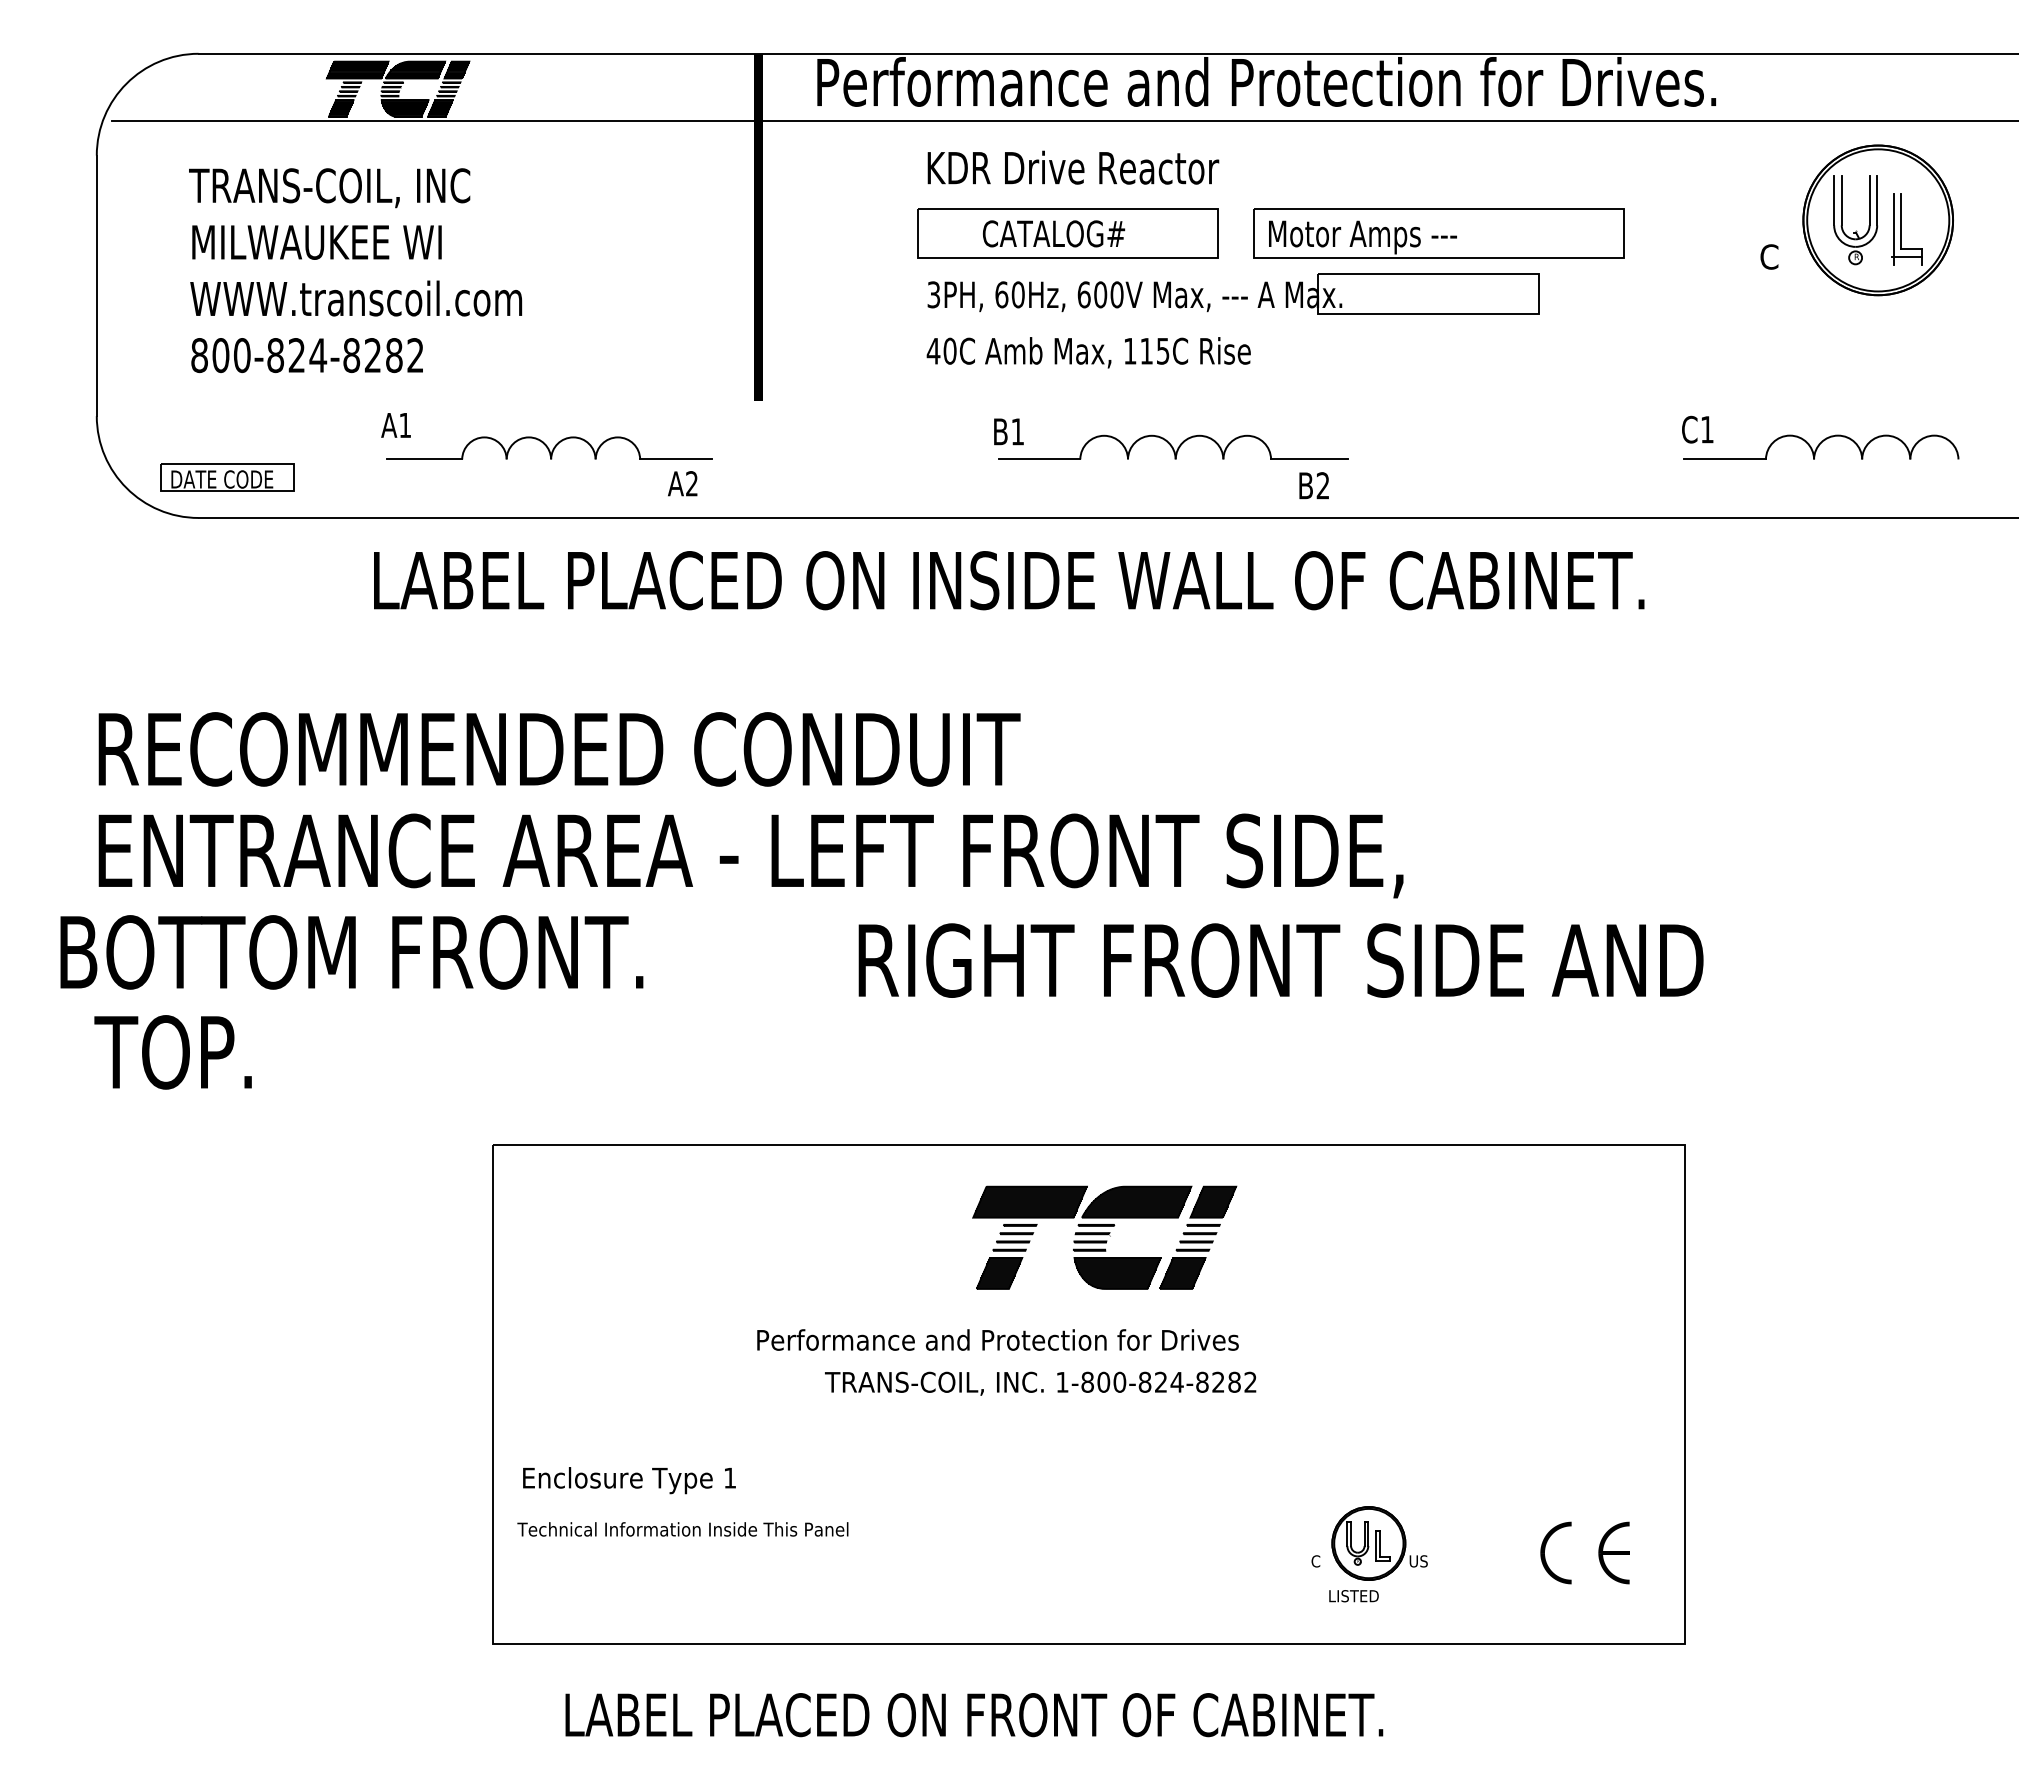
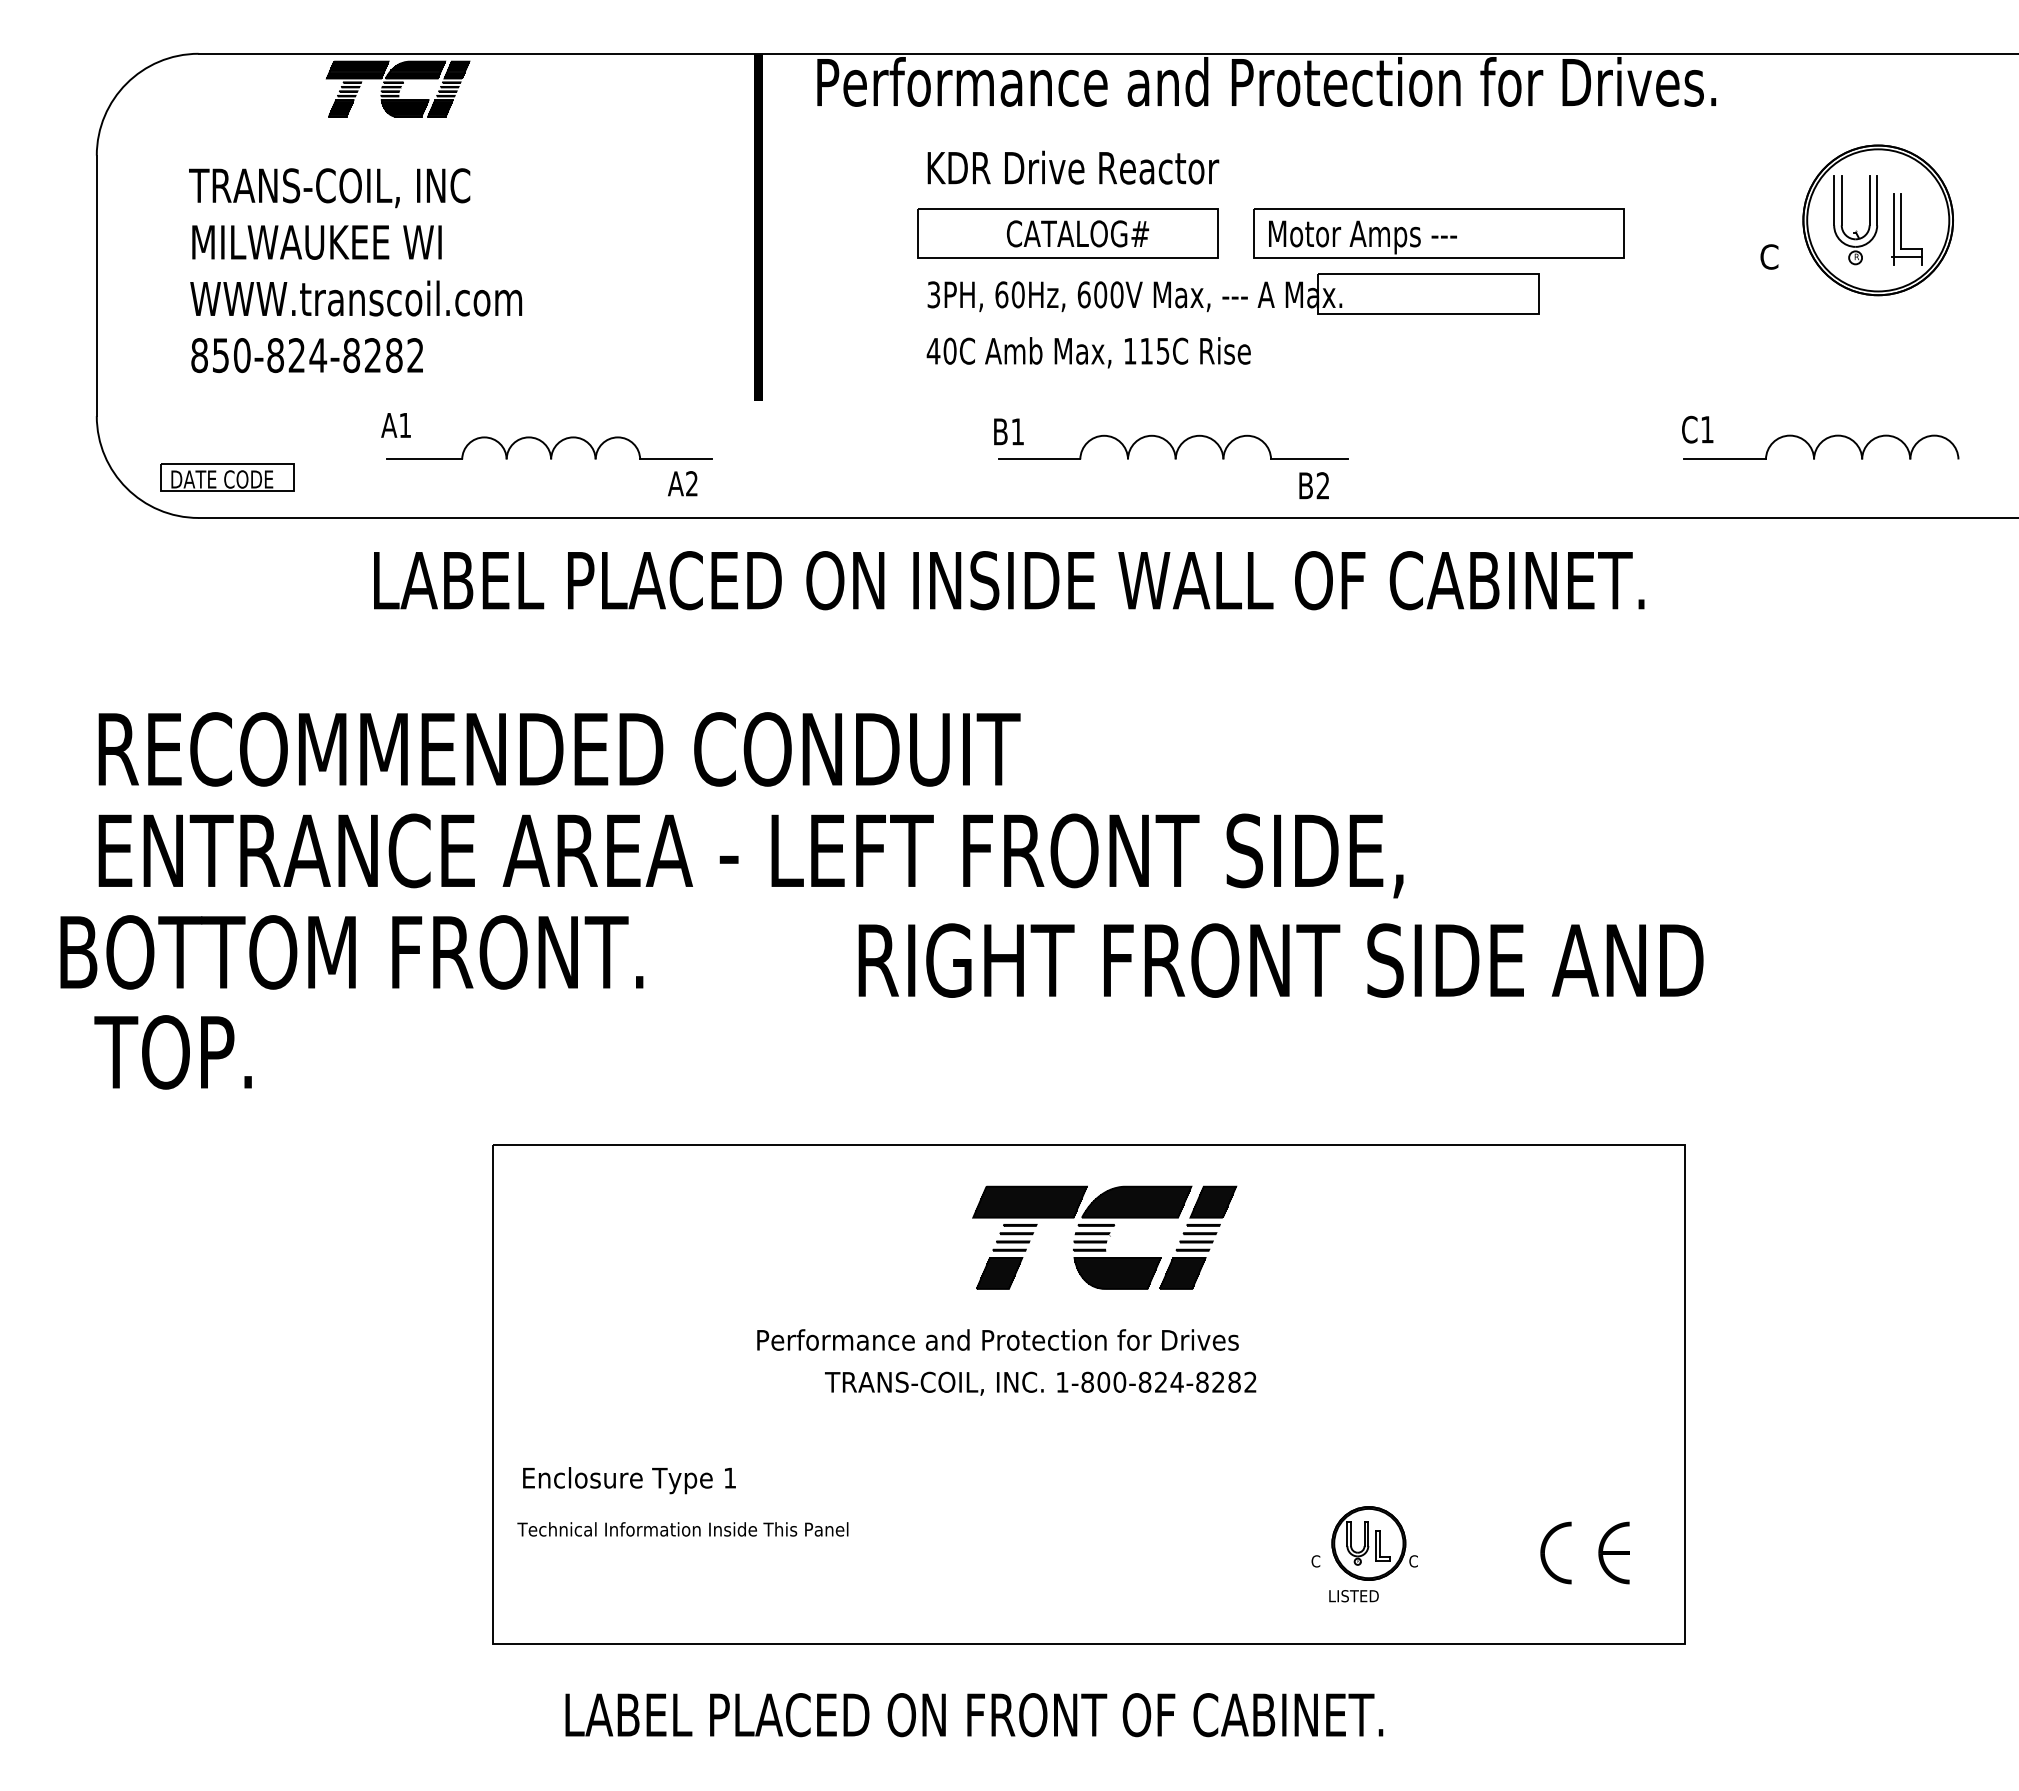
line at (1063, 121): present -> none
text at (1054, 233) position: (1054, 233) -> (1078, 233)
text at (220, 355): 800-824-8282 -> 850-824-8282
text at (1418, 1561): US -> C
